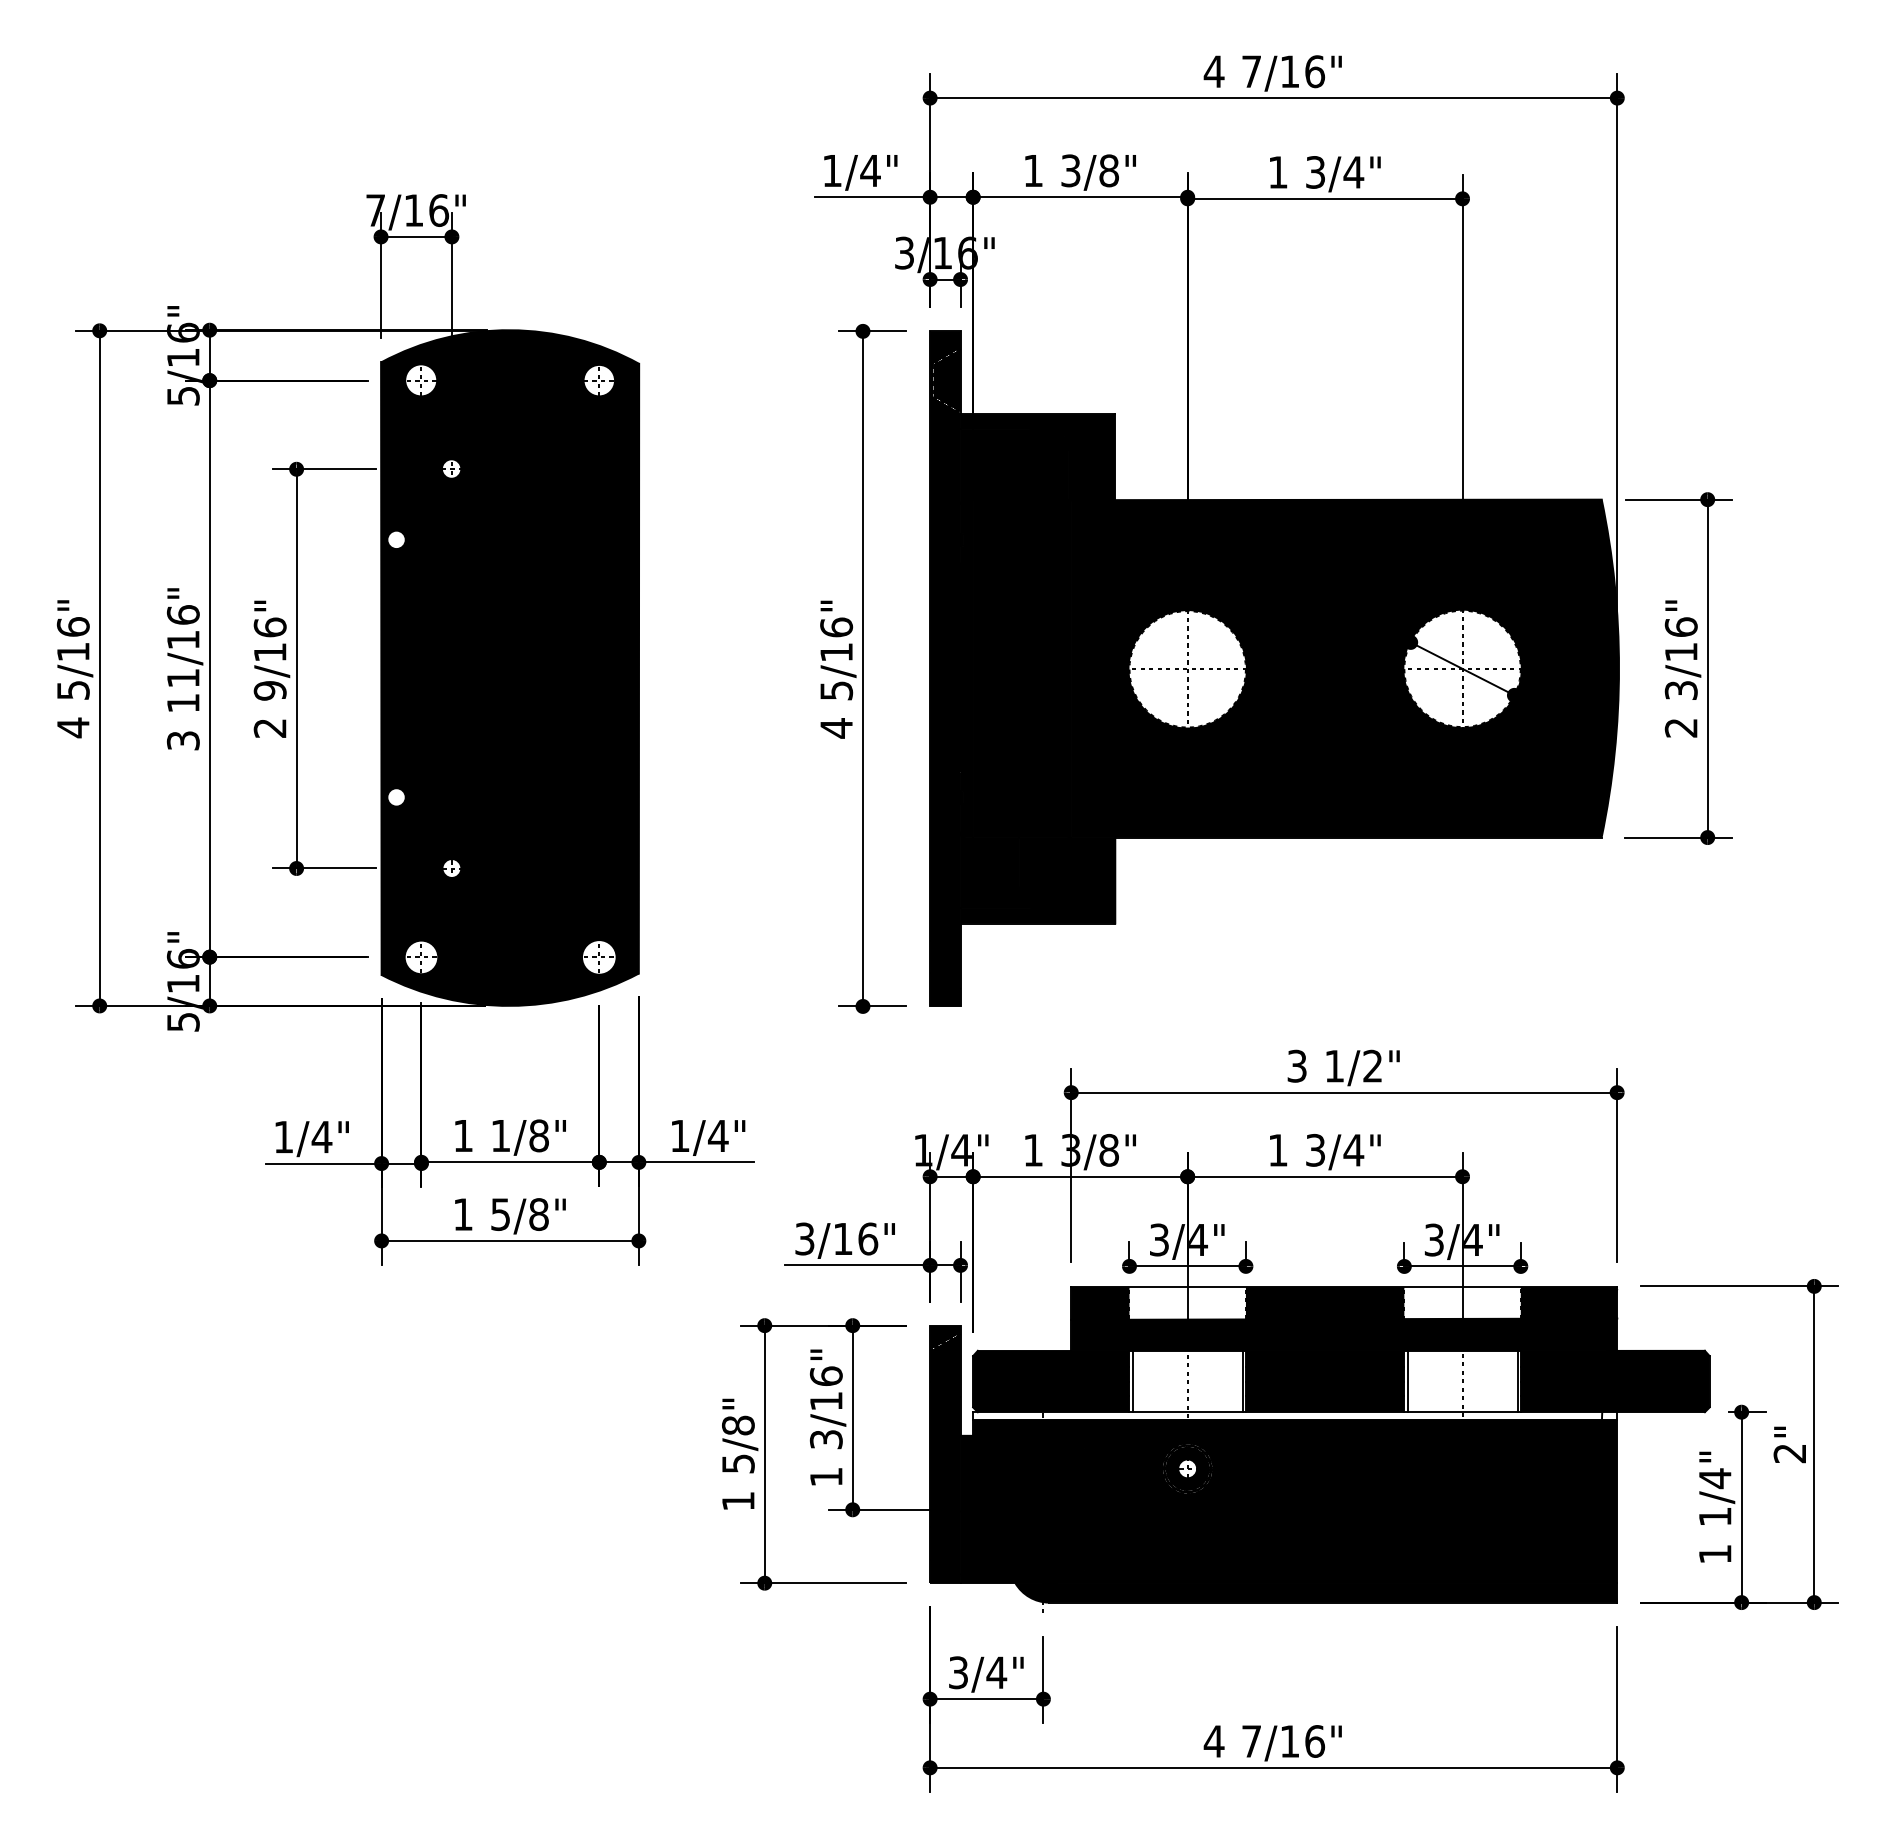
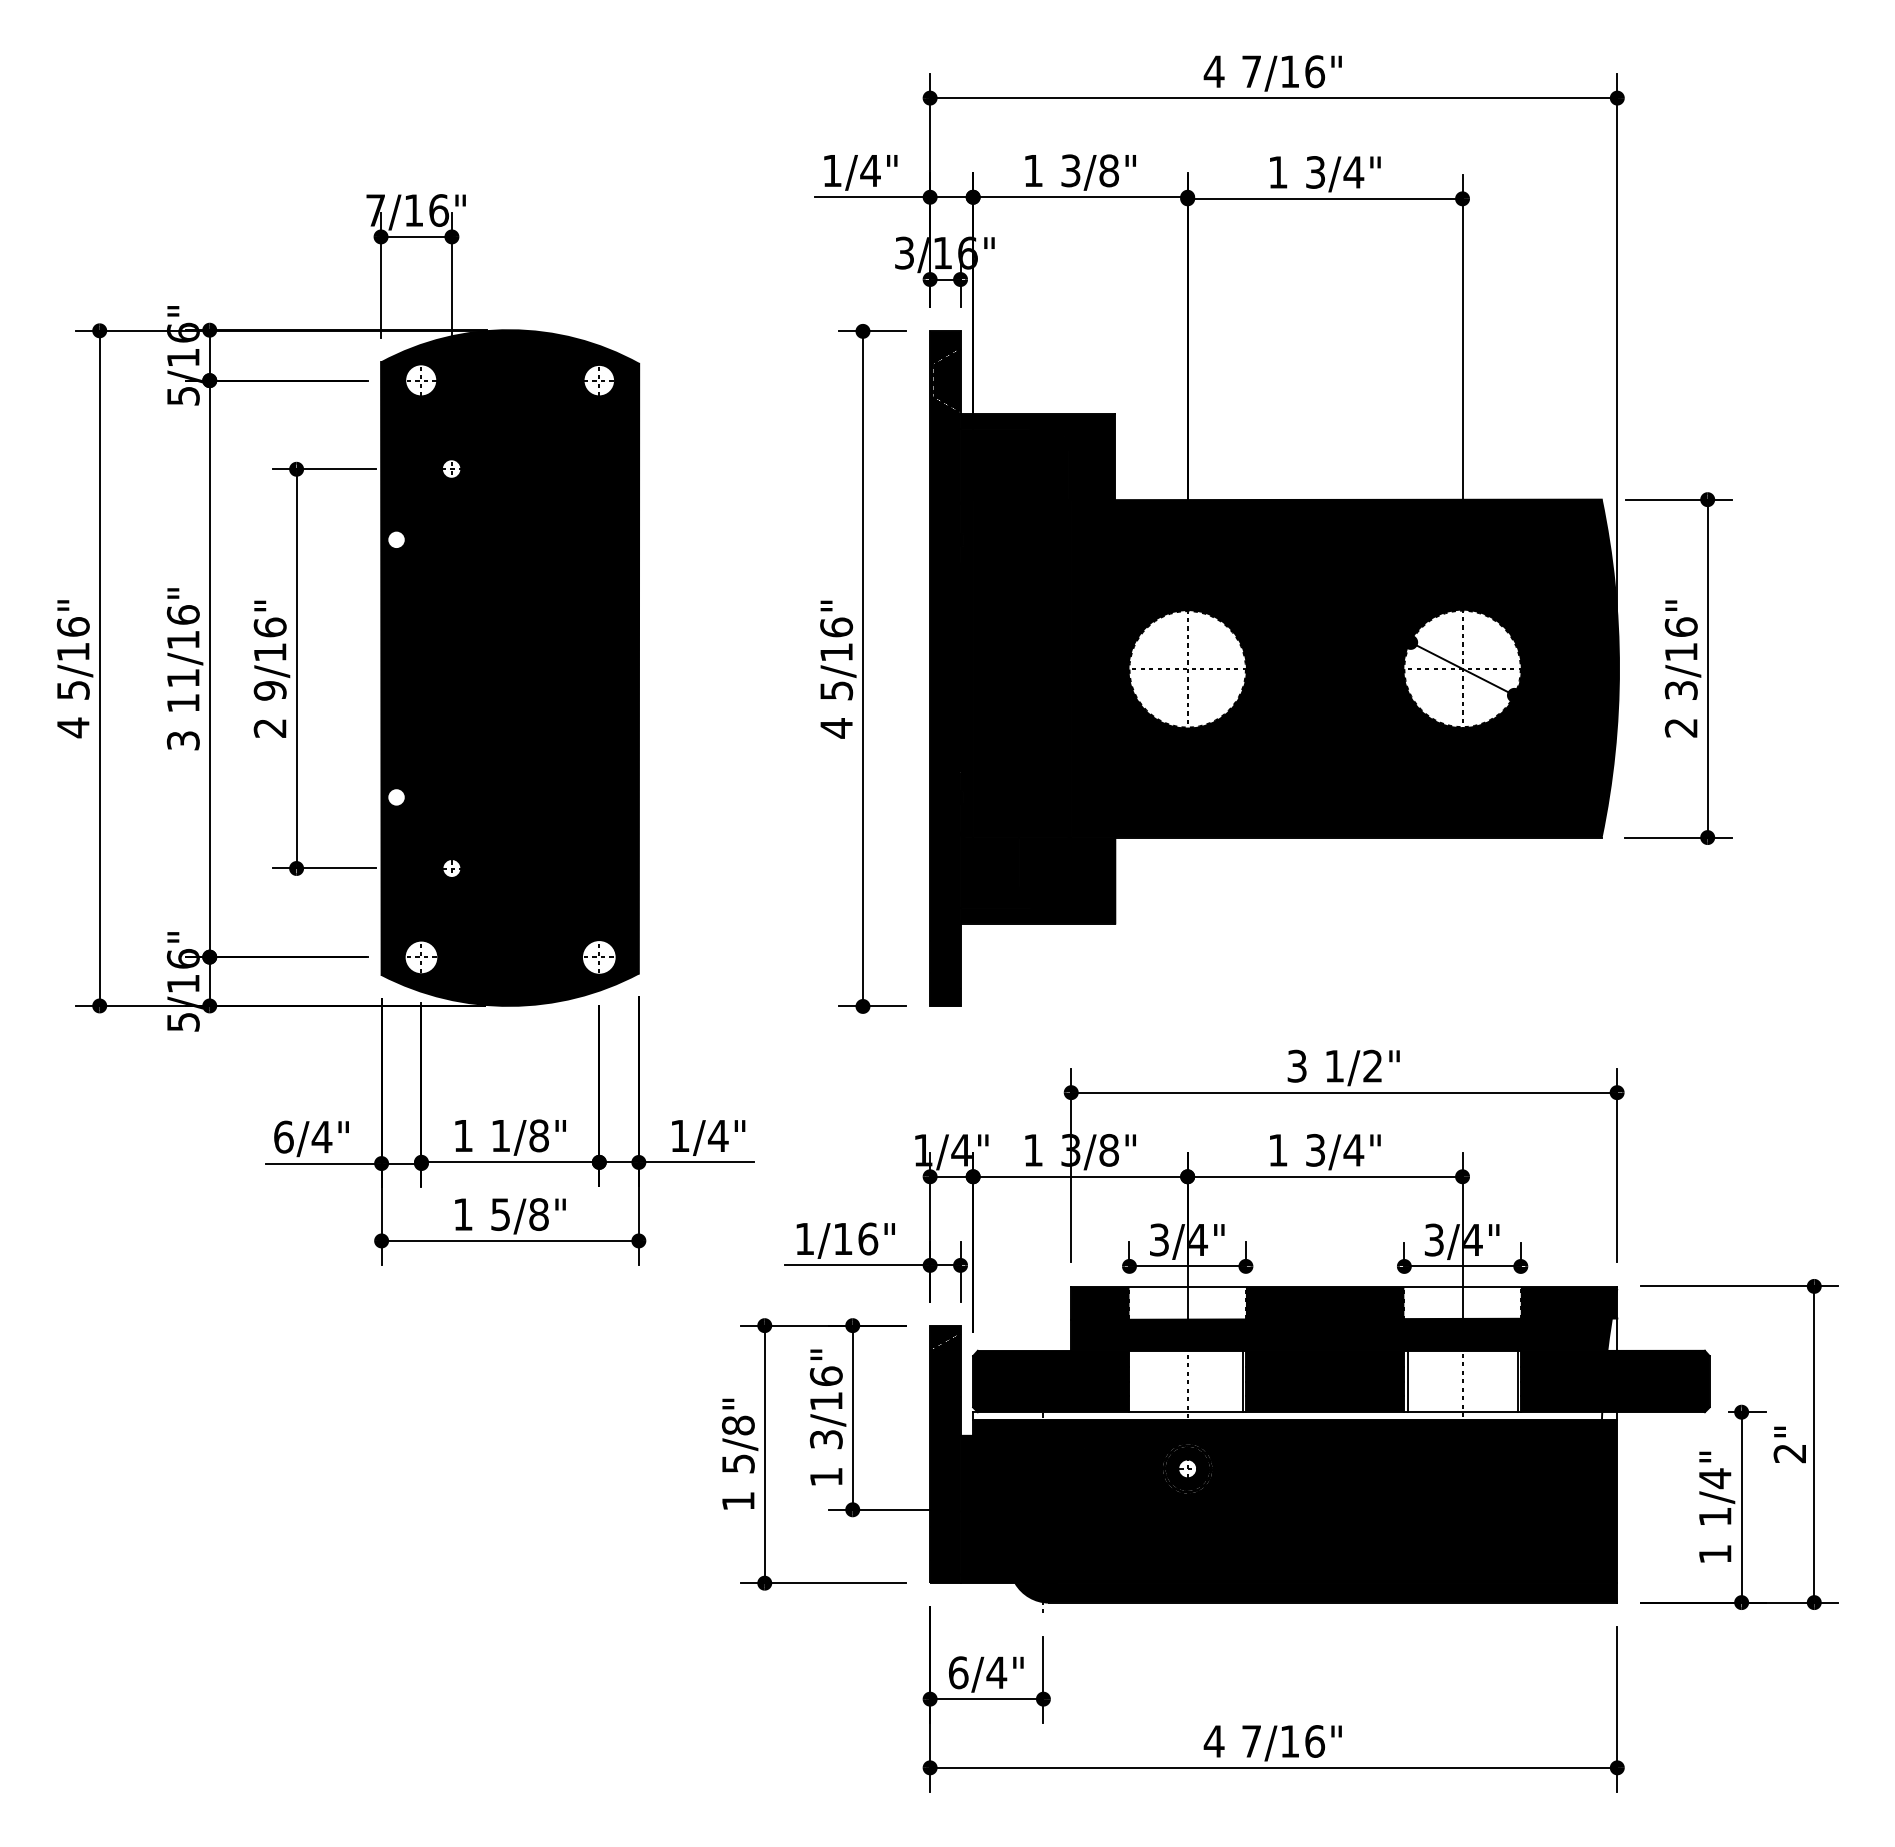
text at (283, 1136): 1/4" -> 6/4"
text at (804, 1238): 3/16" -> 1/16"
fill at (1612, 1334): present -> none
line at (1132, 1381): present -> none
text at (958, 1672): 3/4" -> 6/4"
